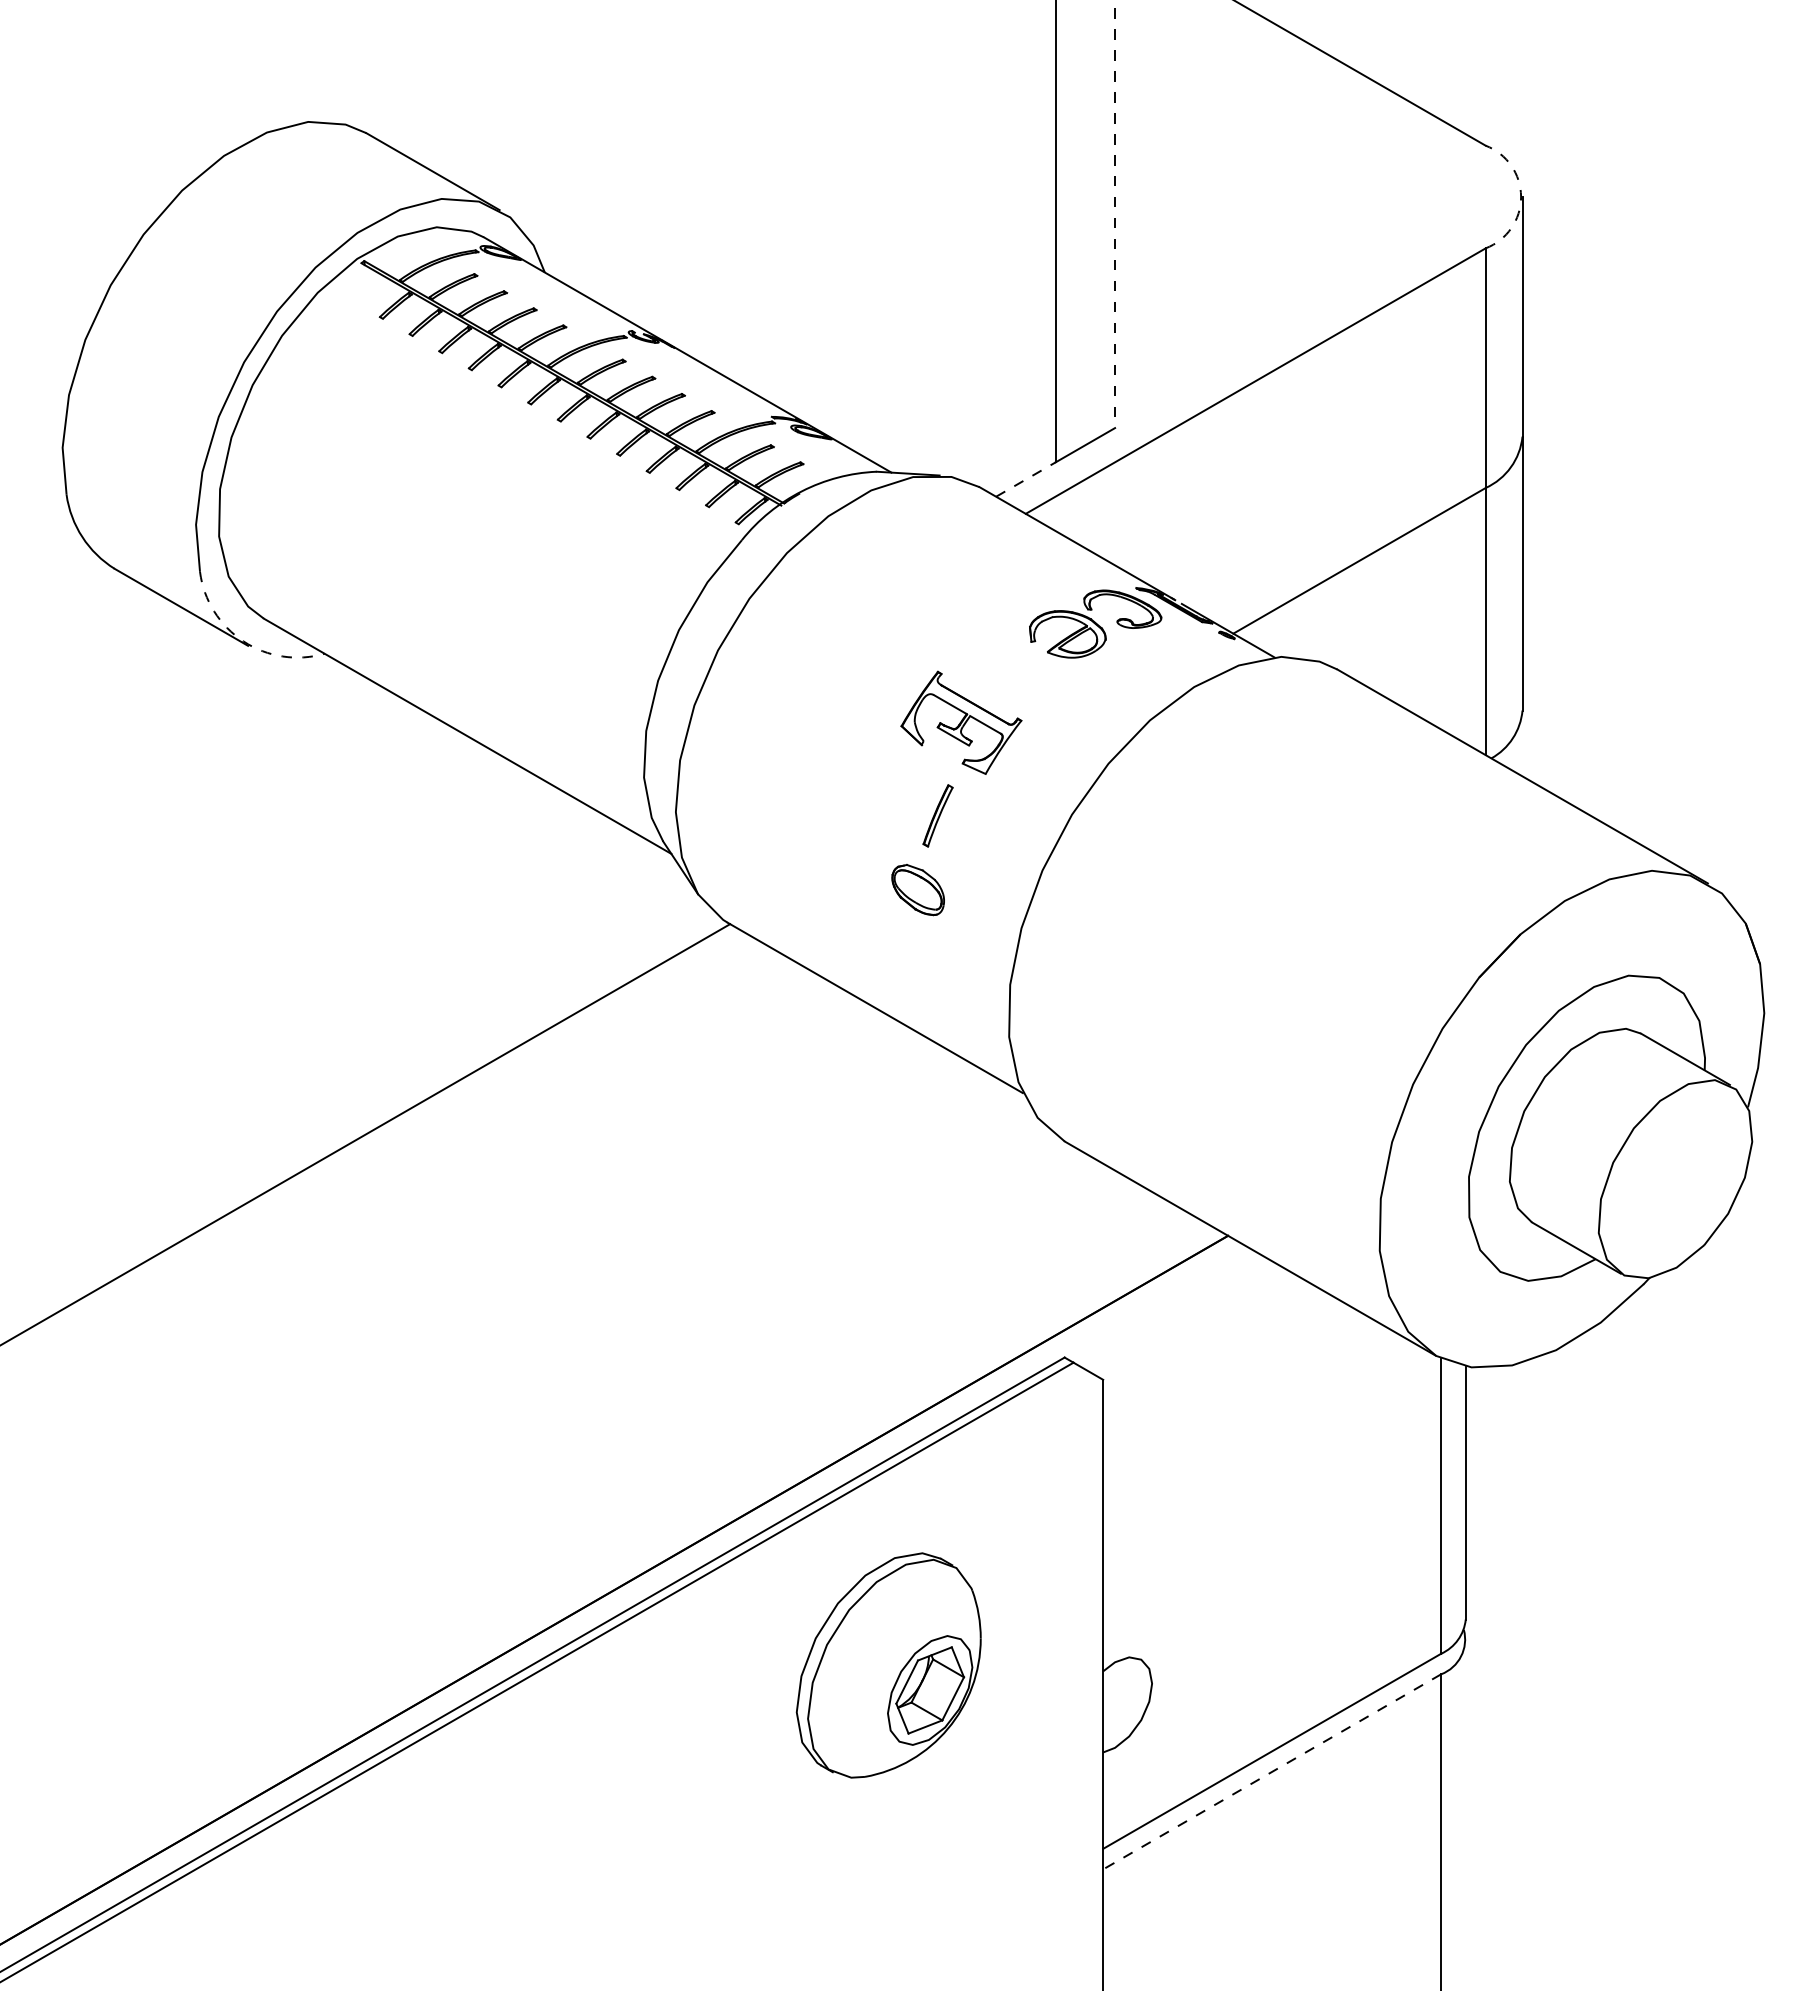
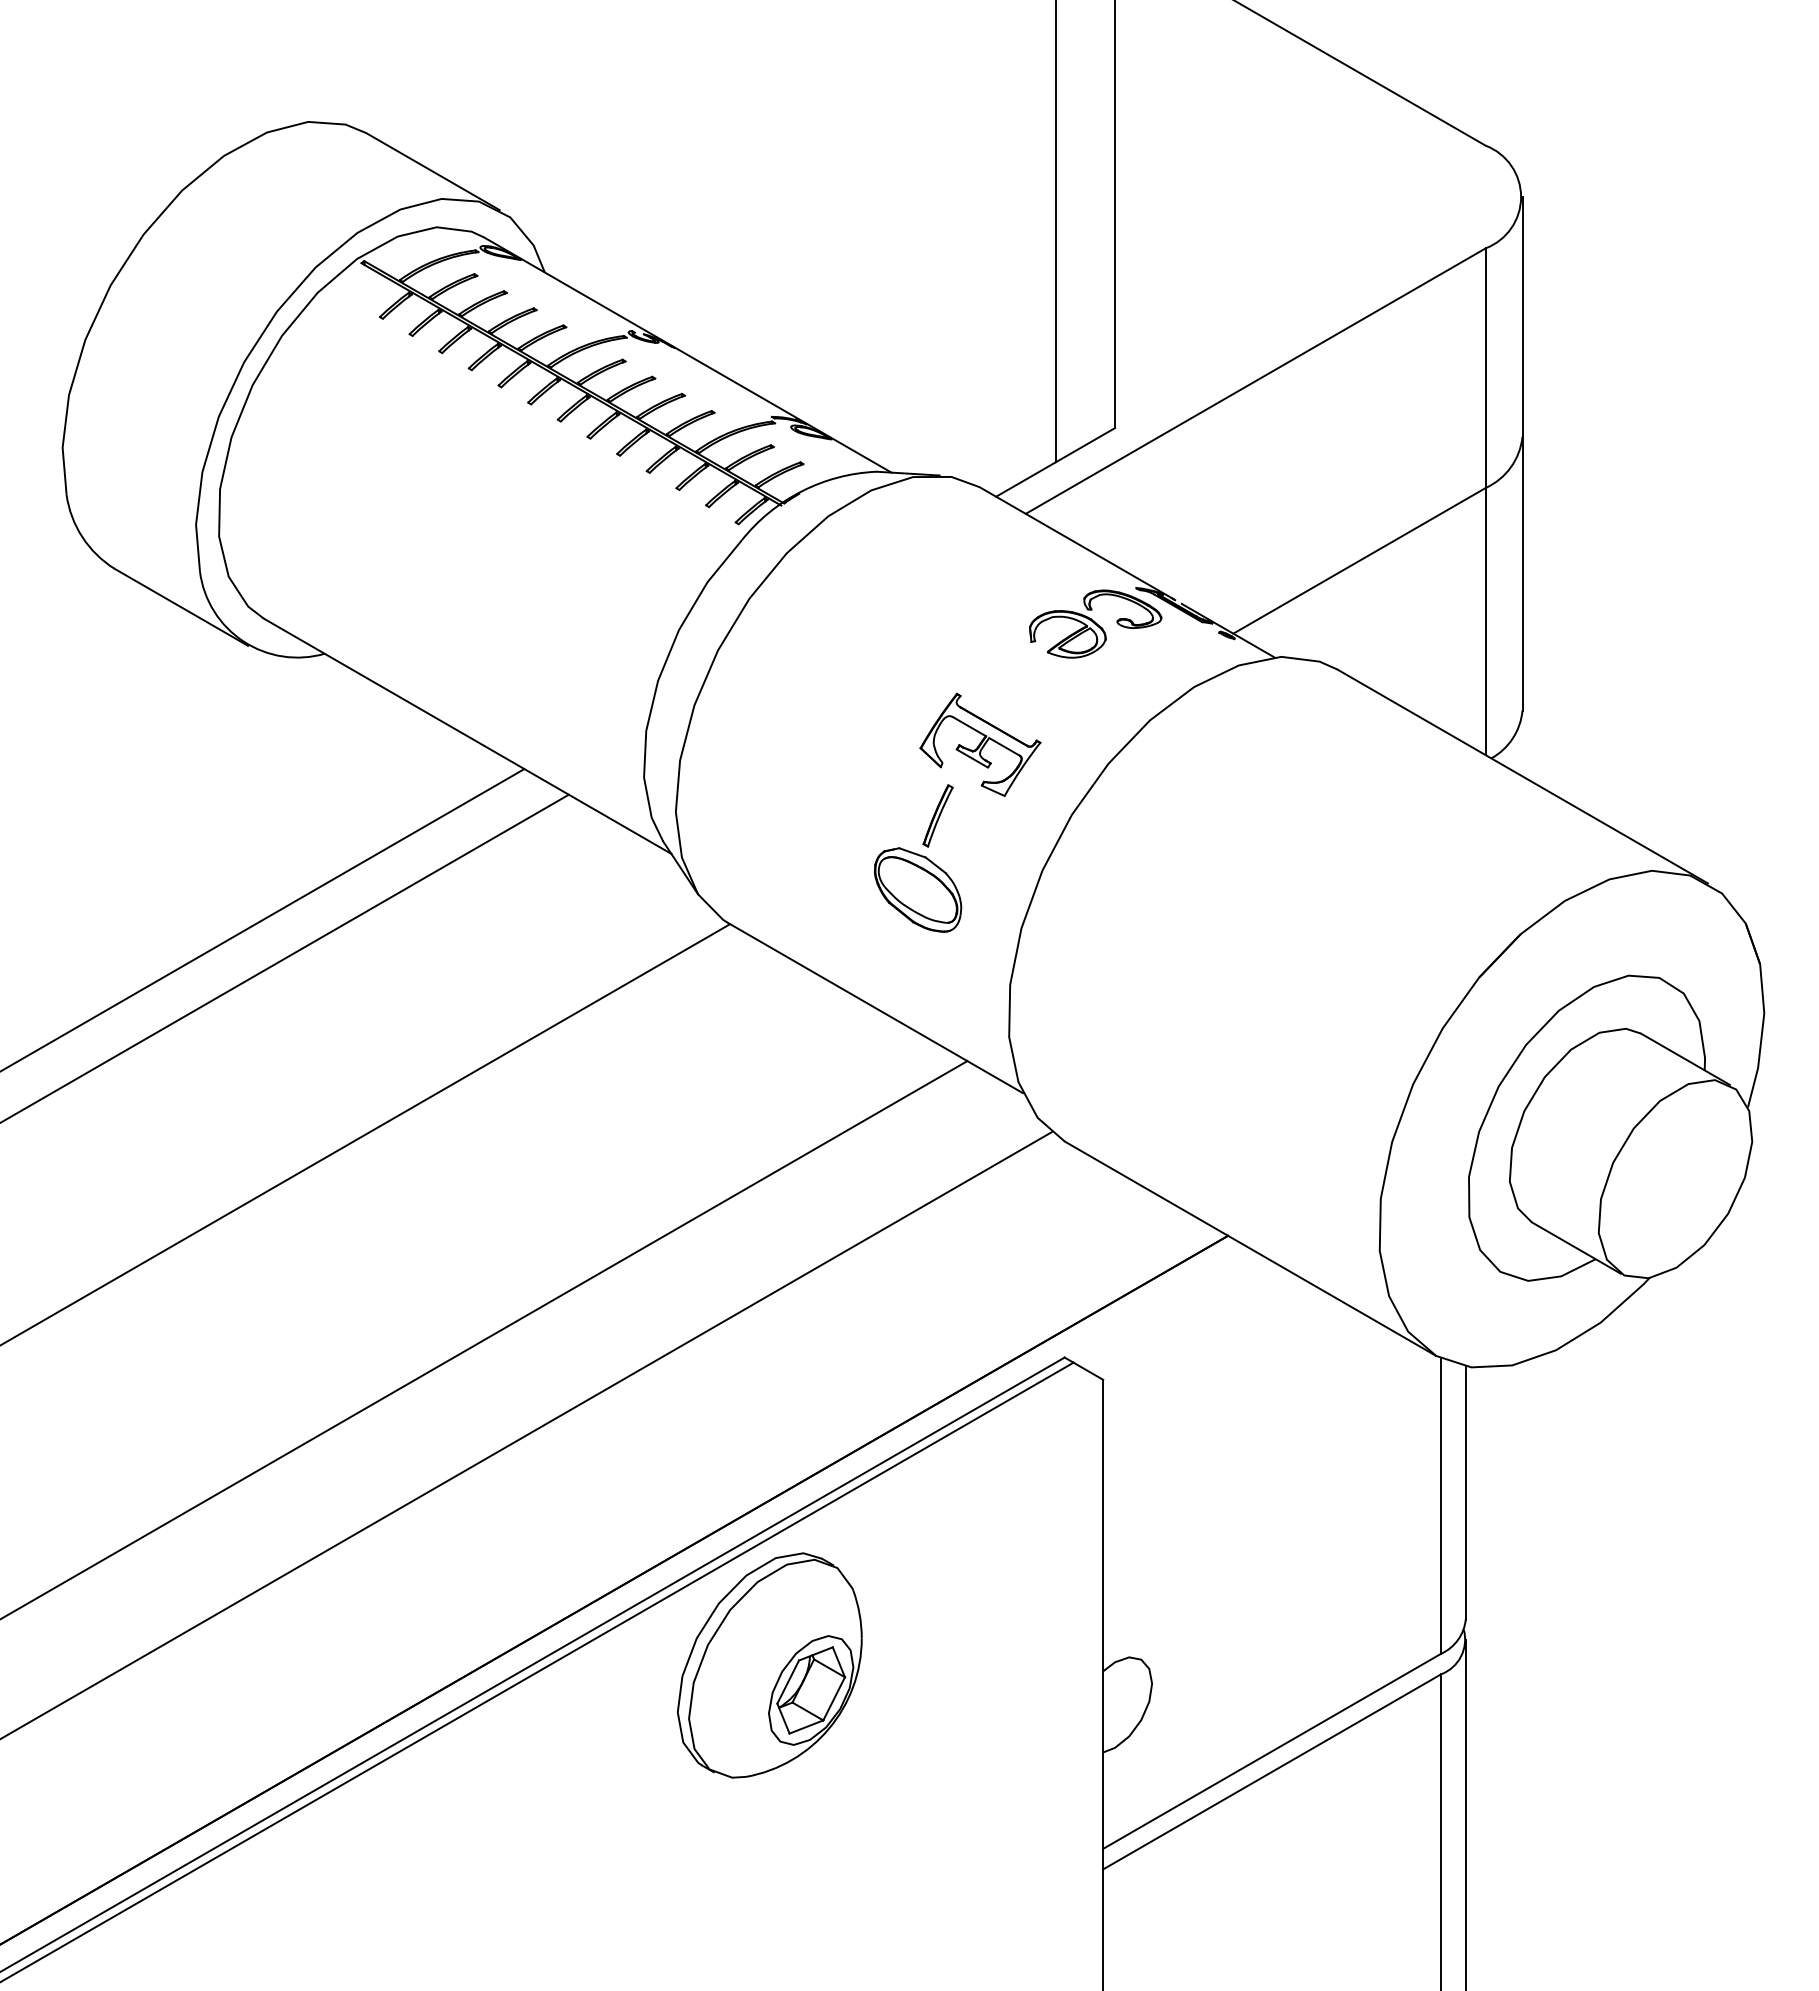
arc at (1521, 197): dashed -> solid
line at (1115, 214): dashed -> solid
line at (1026, 479): dashed -> solid
arc at (243, 641): dashed -> solid
part at (961, 722) position: (961, 722) -> (980, 744)
part at (917, 890) size: 54x53 px -> 89x86 px
line at (263, 919): none -> present
line at (285, 957): none -> present
line at (484, 1339): none -> present
line at (526, 1434): none -> present
part at (888, 1665) position: (888, 1665) -> (769, 1665)
line at (1271, 1772): dashed -> solid
line at (1465, 1813): none -> present
